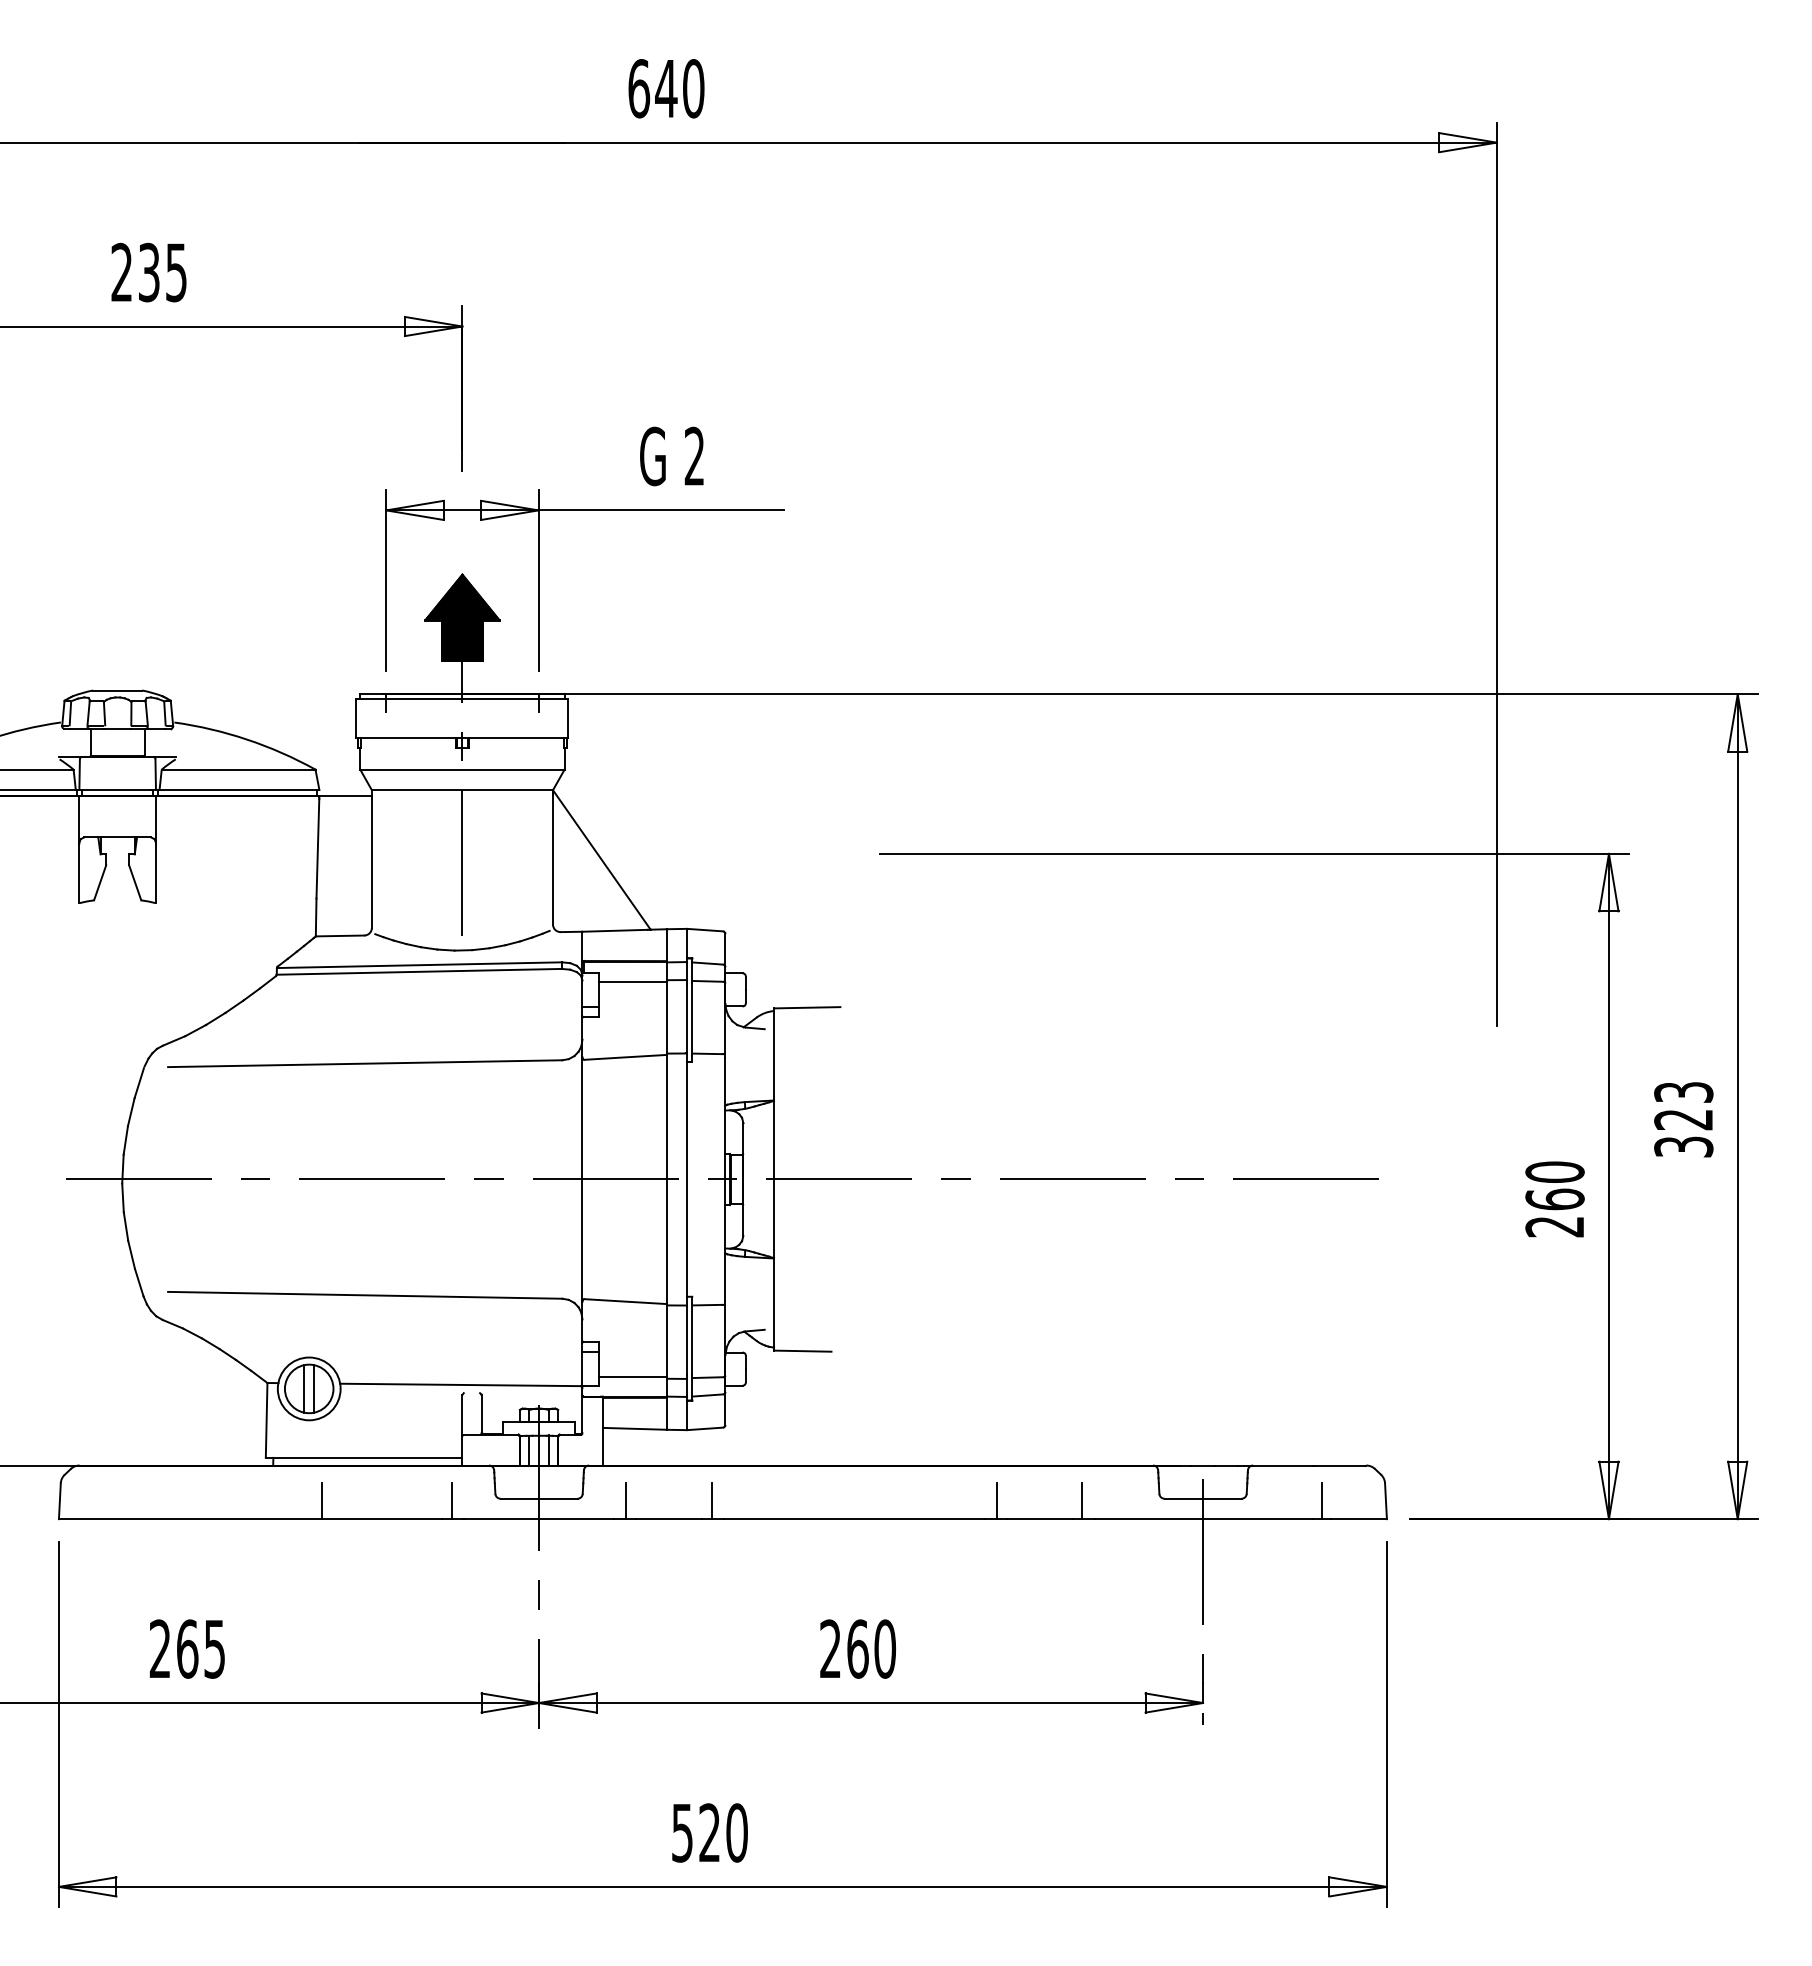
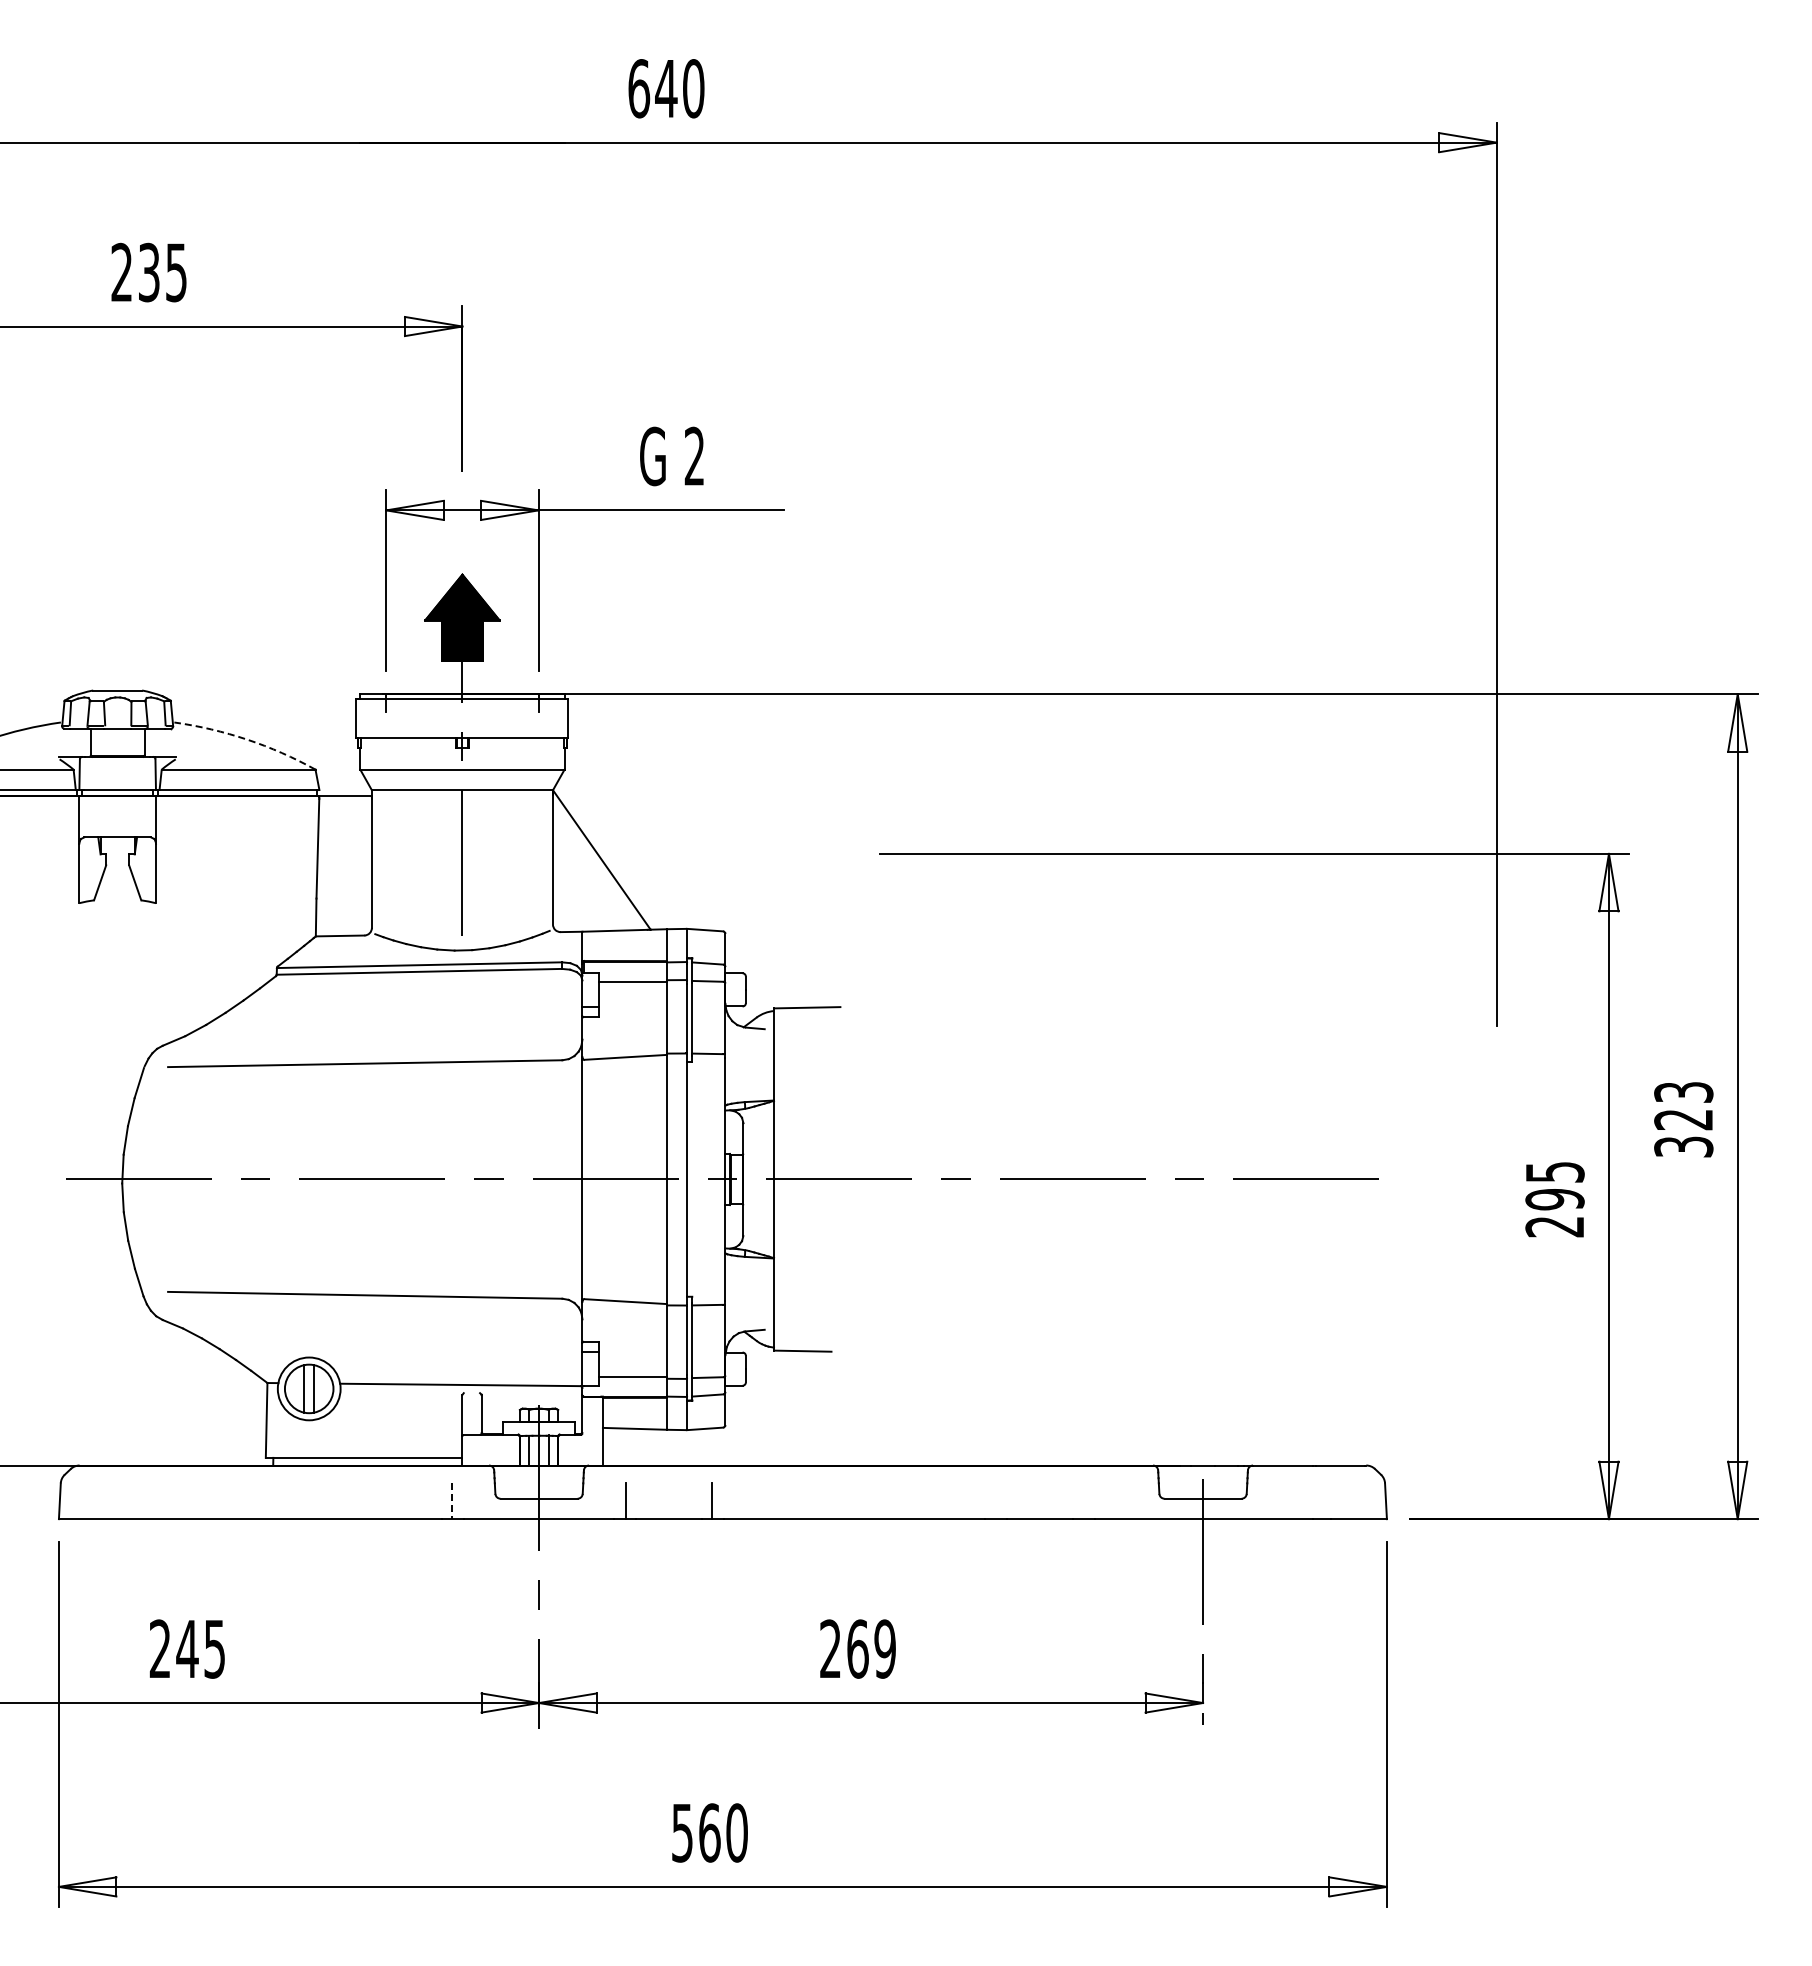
arc at (247, 739): solid -> dashed
text at (1554, 1185): 260 -> 295
line at (322, 1501): present -> none
line at (451, 1501): solid -> dashed
line at (997, 1501): present -> none
line at (1082, 1501): present -> none
line at (1322, 1501): present -> none
text at (187, 1648): 265 -> 245
text at (885, 1648): 260 -> 269
text at (709, 1832): 520 -> 560
